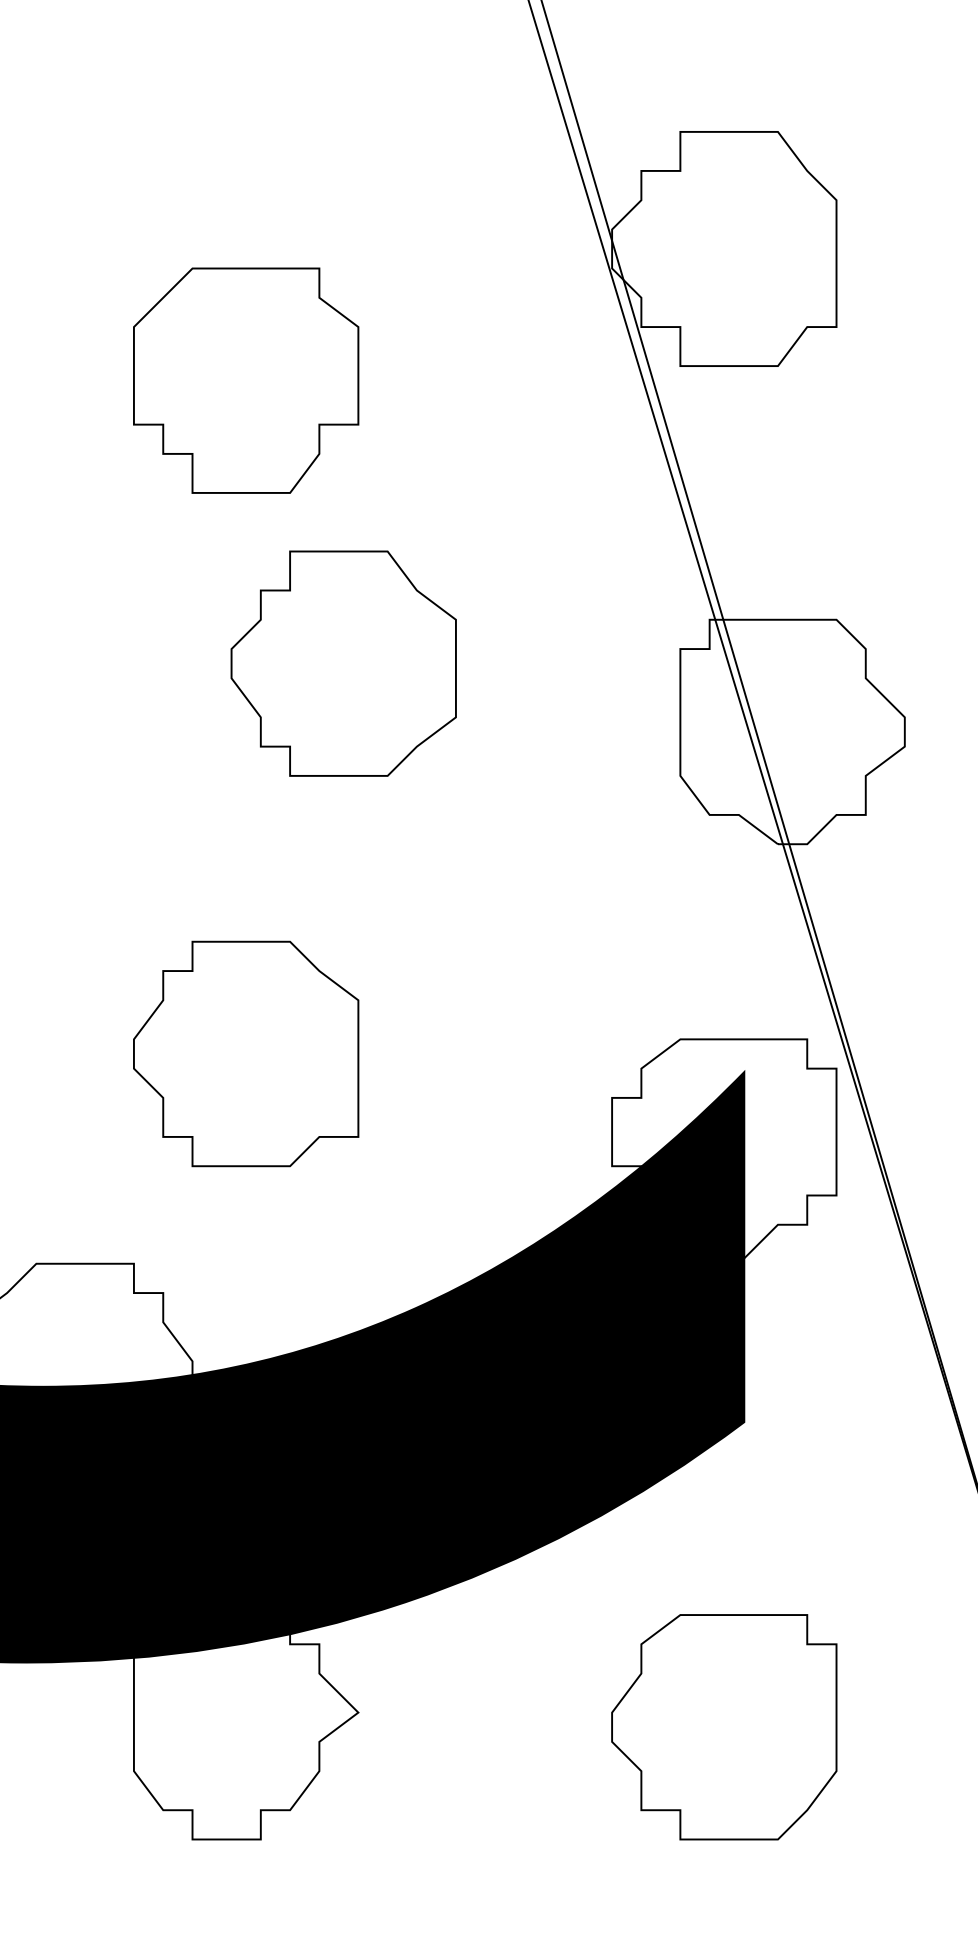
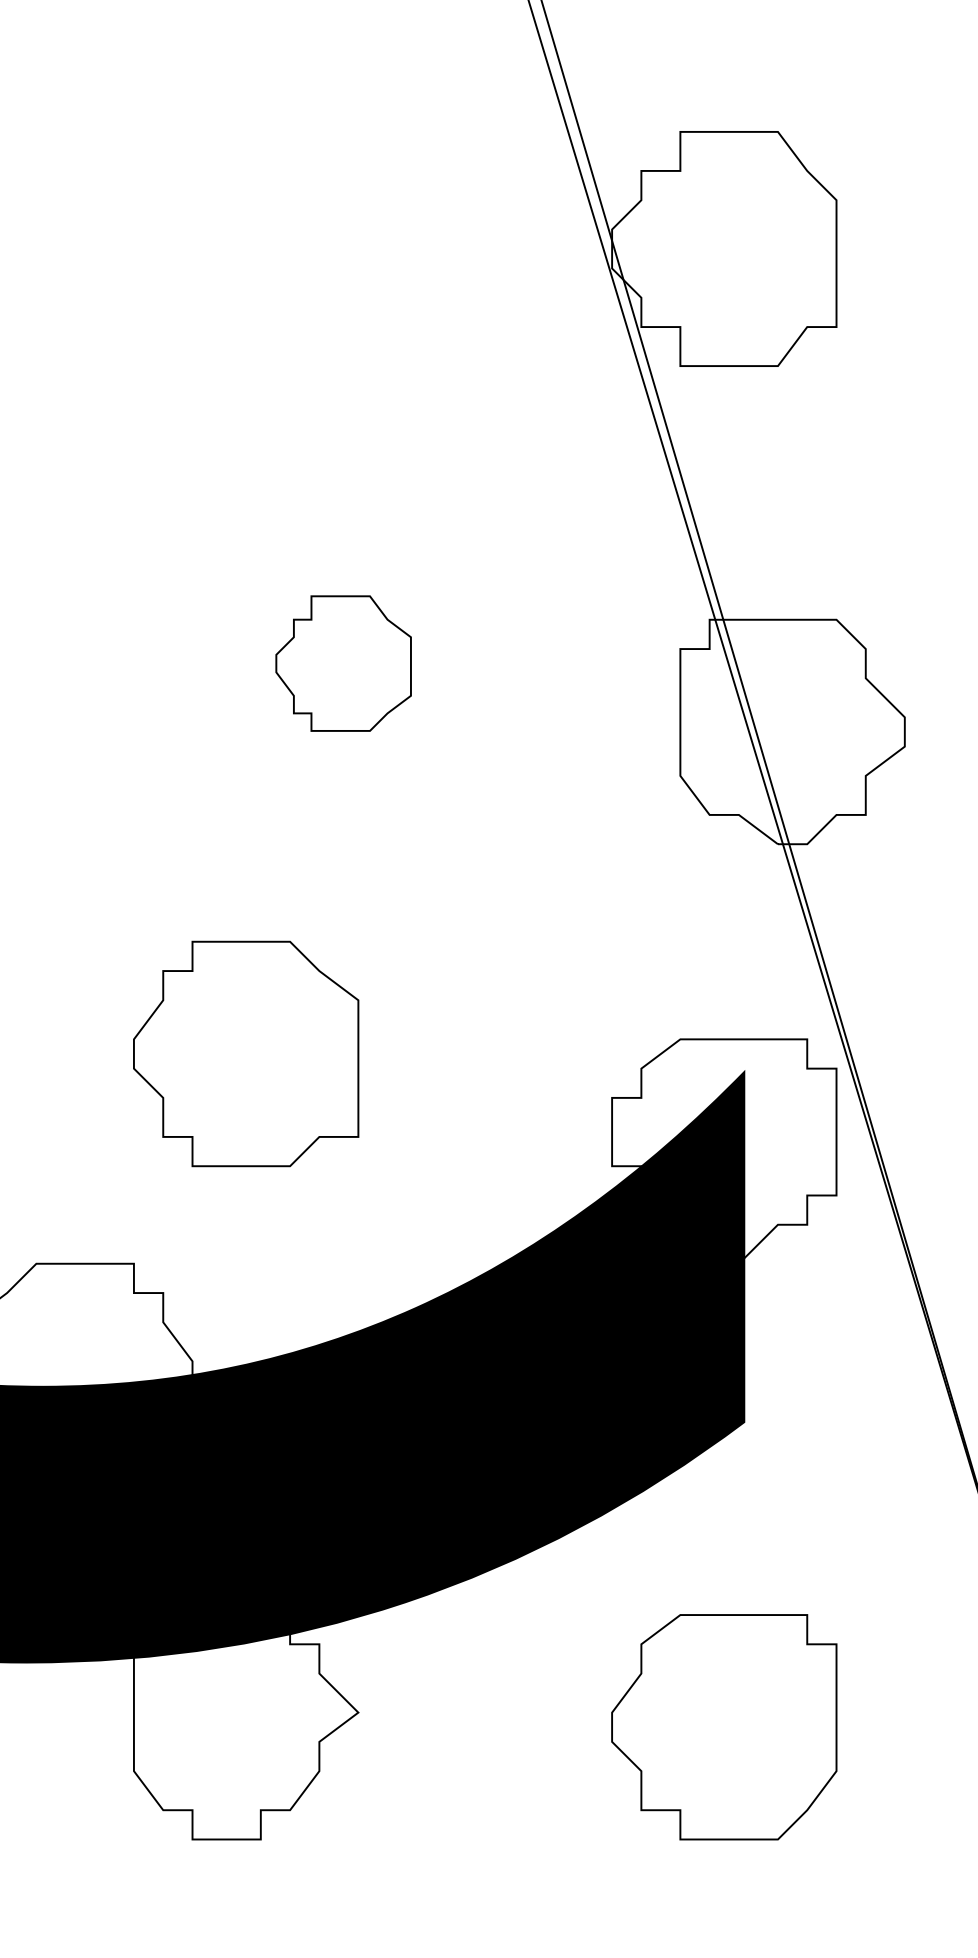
part at (246, 380): present -> none
part at (343, 663) size: 227x227 px -> 137x137 px
